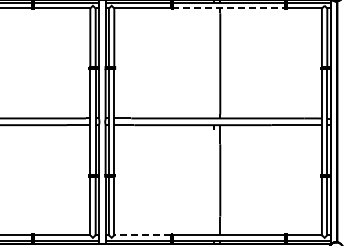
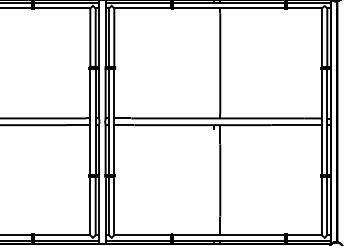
line at (228, 8): dashed -> solid
line at (142, 235): dashed -> solid
